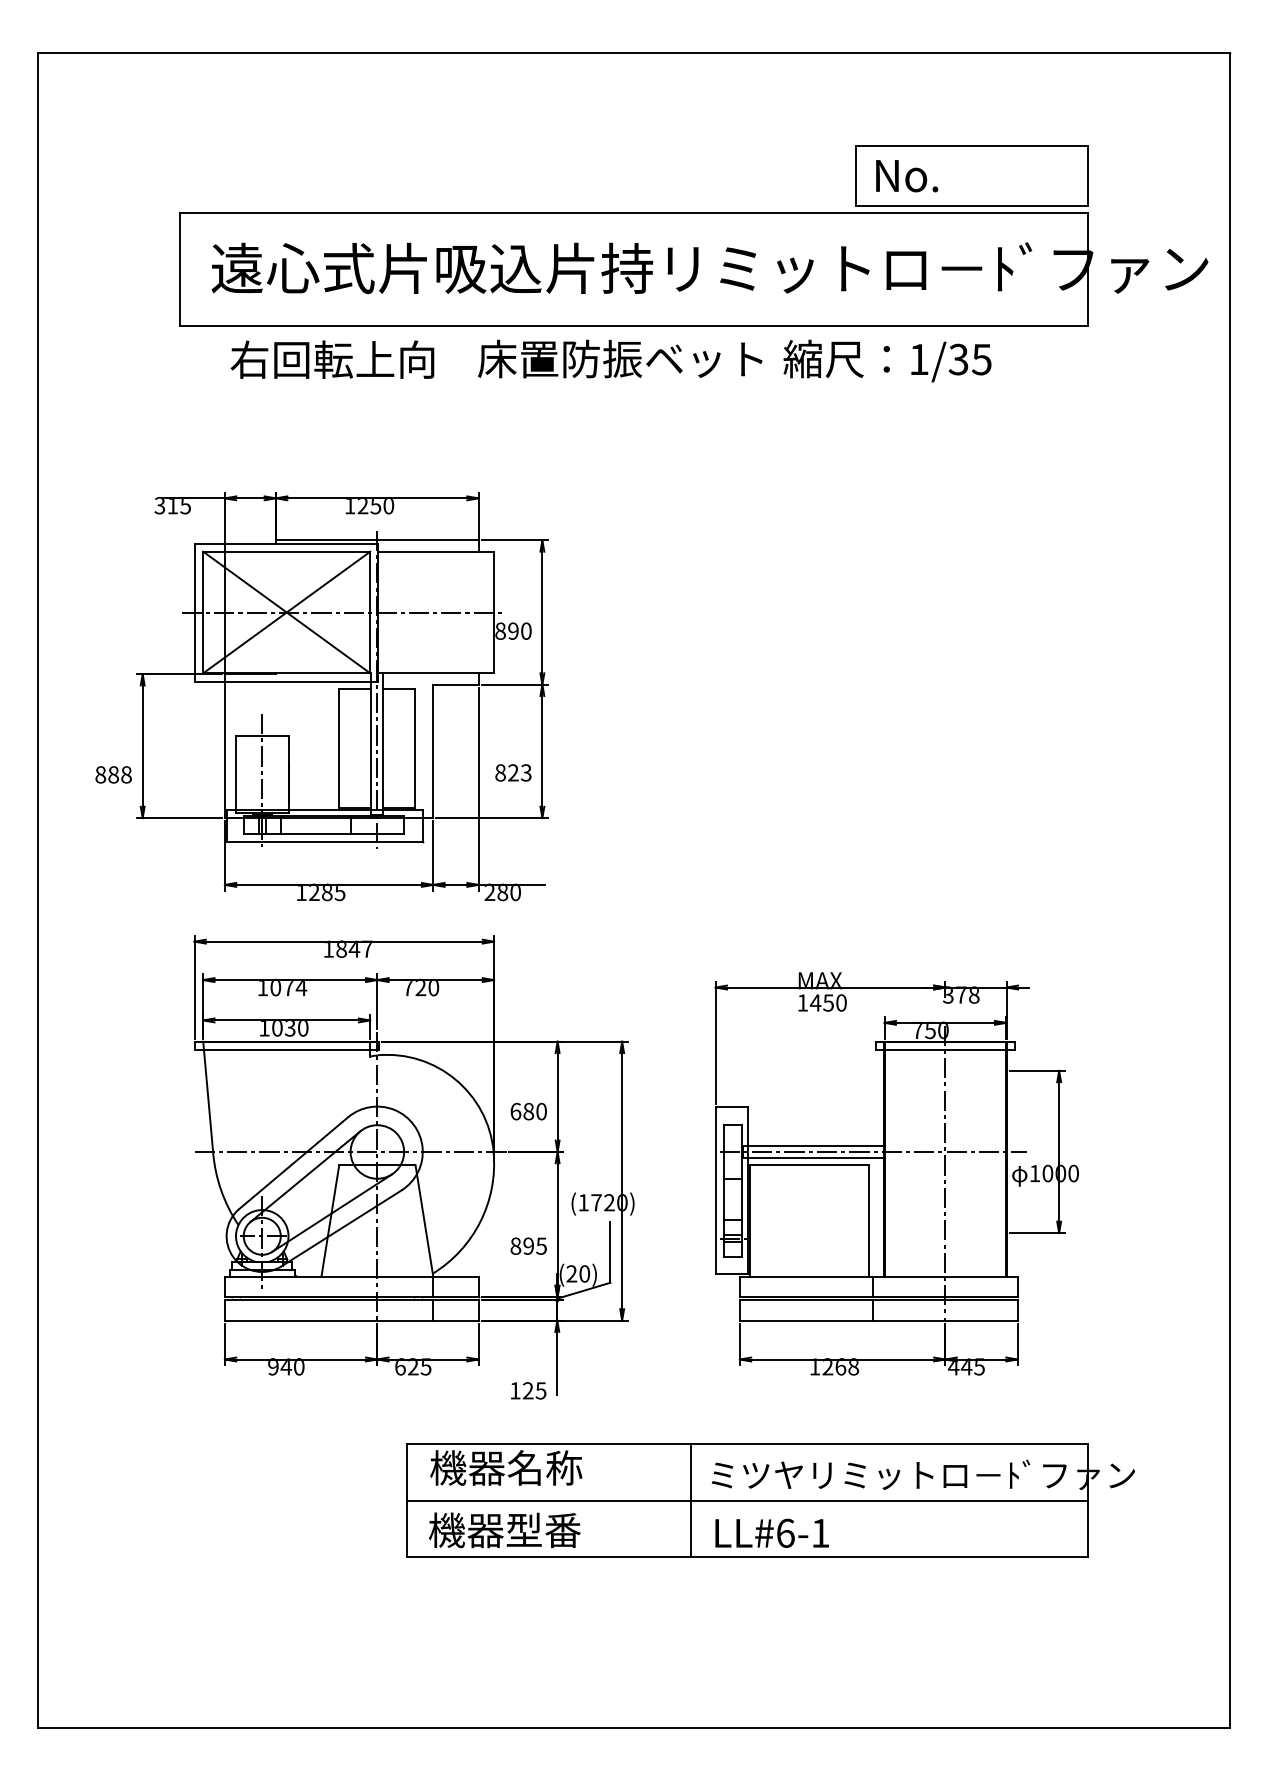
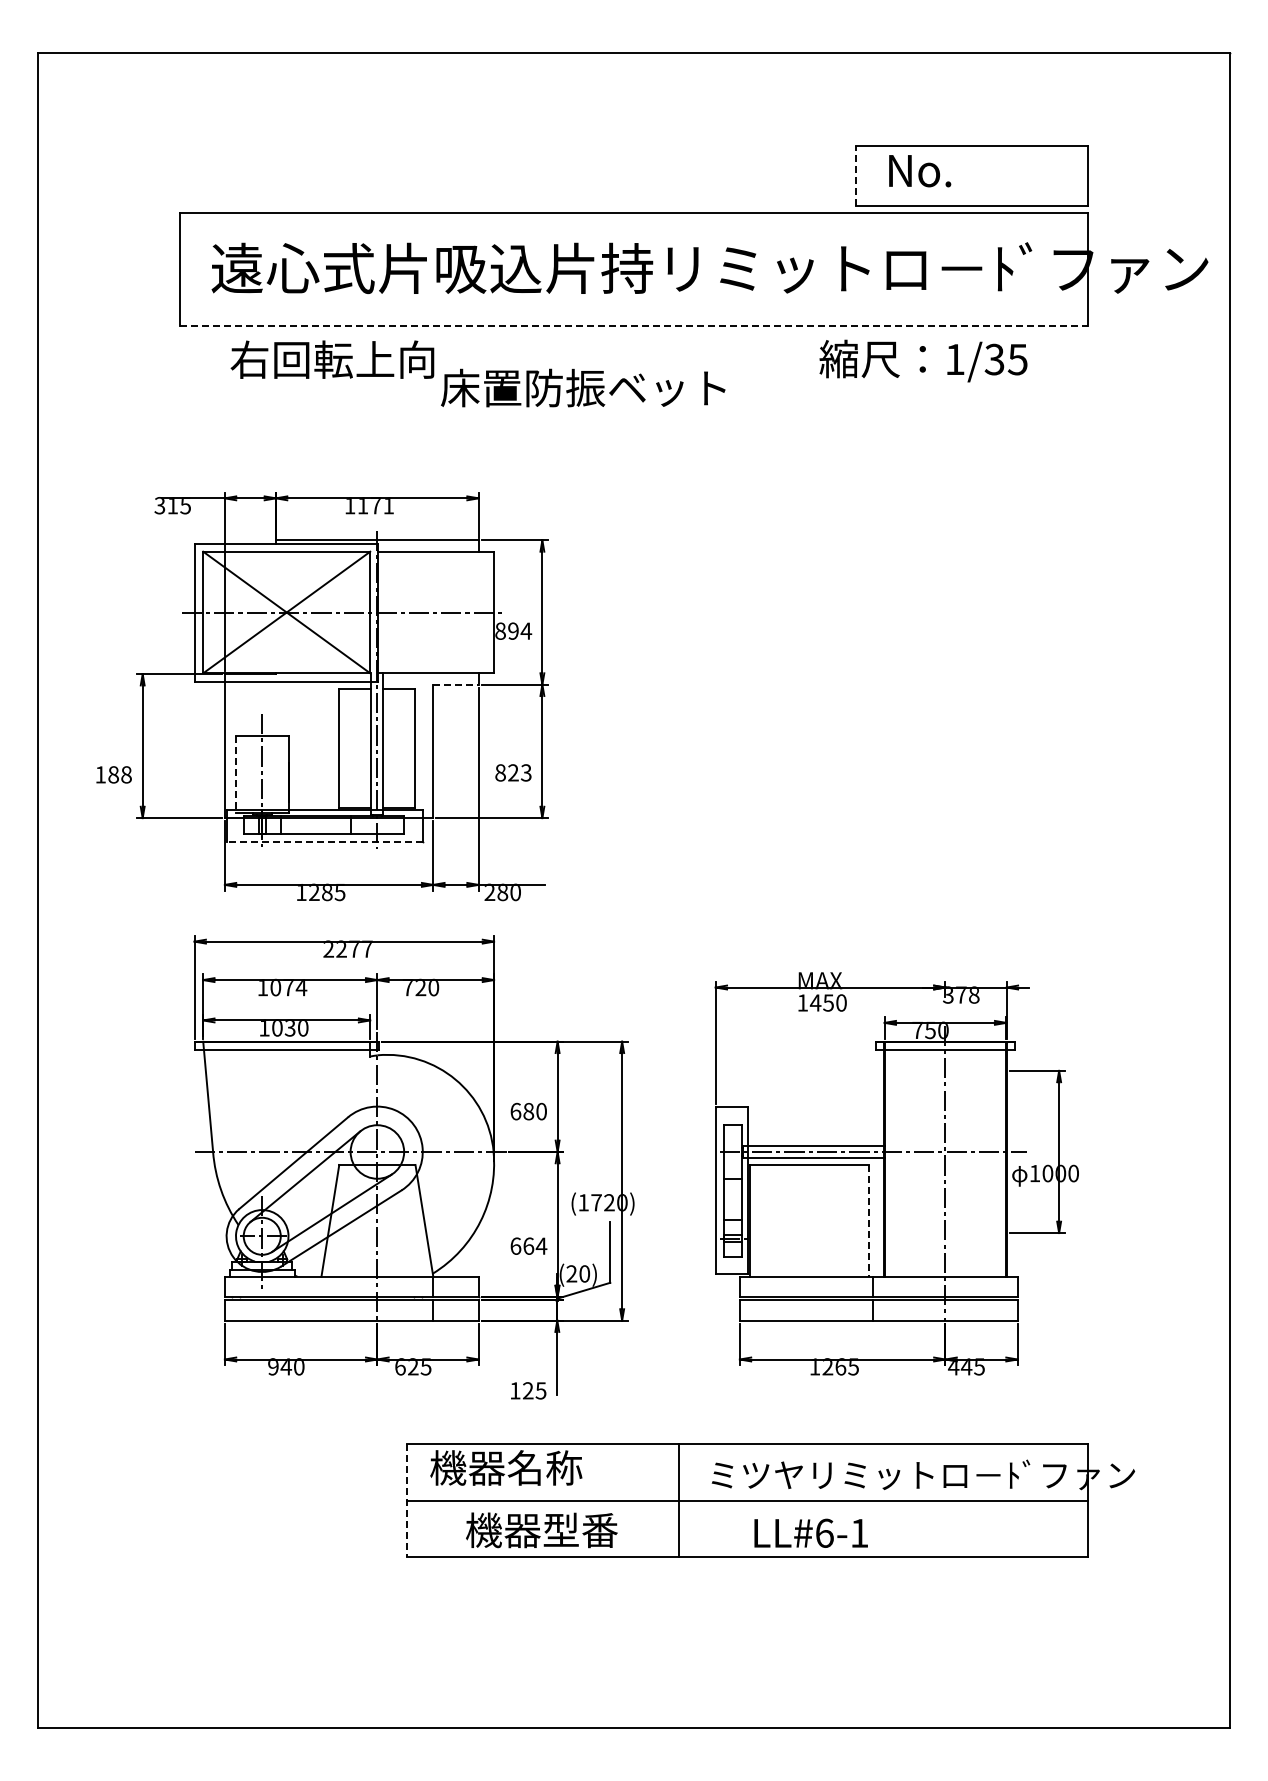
line at (855, 176): solid -> dashed
text at (907, 176) position: (907, 176) -> (920, 171)
line at (634, 326): solid -> dashed
text at (620, 358) position: (620, 358) -> (583, 387)
text at (887, 360) position: (887, 360) -> (923, 360)
text at (375, 506): 1250 -> 1171
text at (526, 630): 890 -> 894
line at (456, 684): solid -> dashed
text at (100, 774): 888 -> 188
line at (236, 775): solid -> dashed
line at (324, 842): solid -> dashed
text at (341, 948): 1847 -> 2277
line at (868, 1220): solid -> dashed
text at (528, 1245): 895 -> 664
text at (853, 1366): 1268 -> 1265
line at (406, 1500): solid -> dashed
line at (690, 1500) position: (690, 1500) -> (678, 1500)
text at (504, 1530) position: (504, 1530) -> (541, 1530)
text at (771, 1532) position: (771, 1532) -> (810, 1532)
